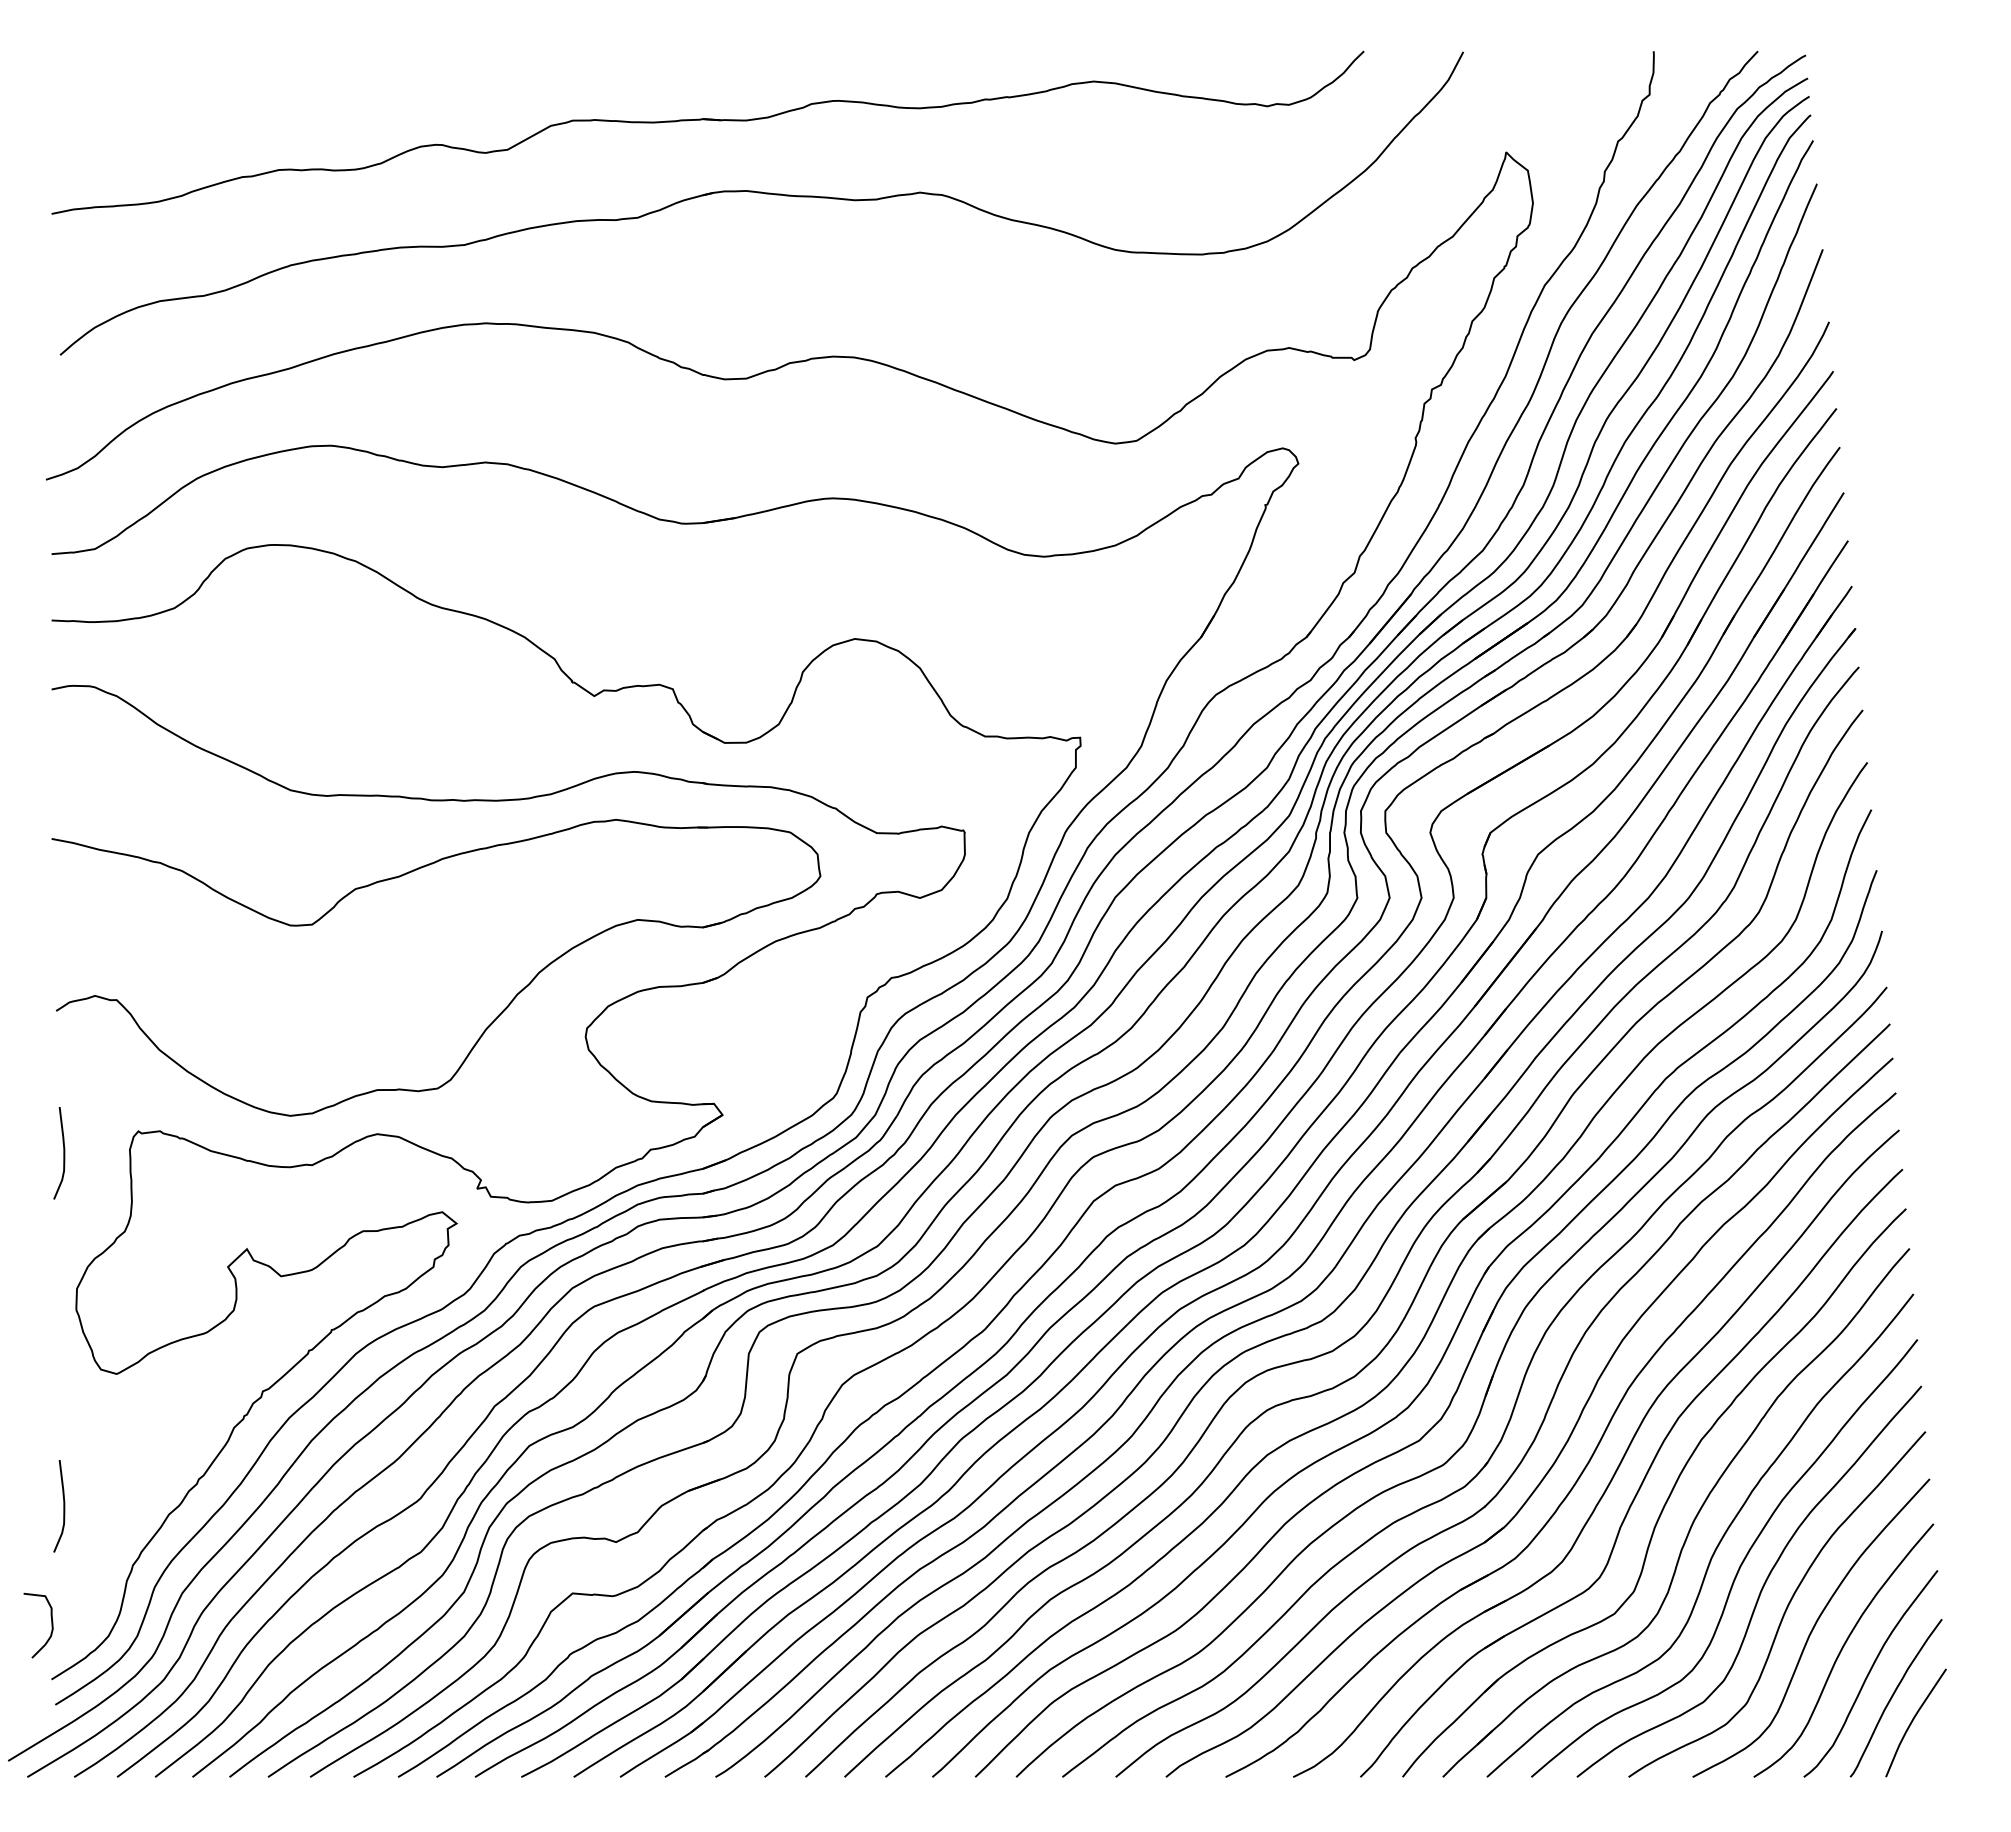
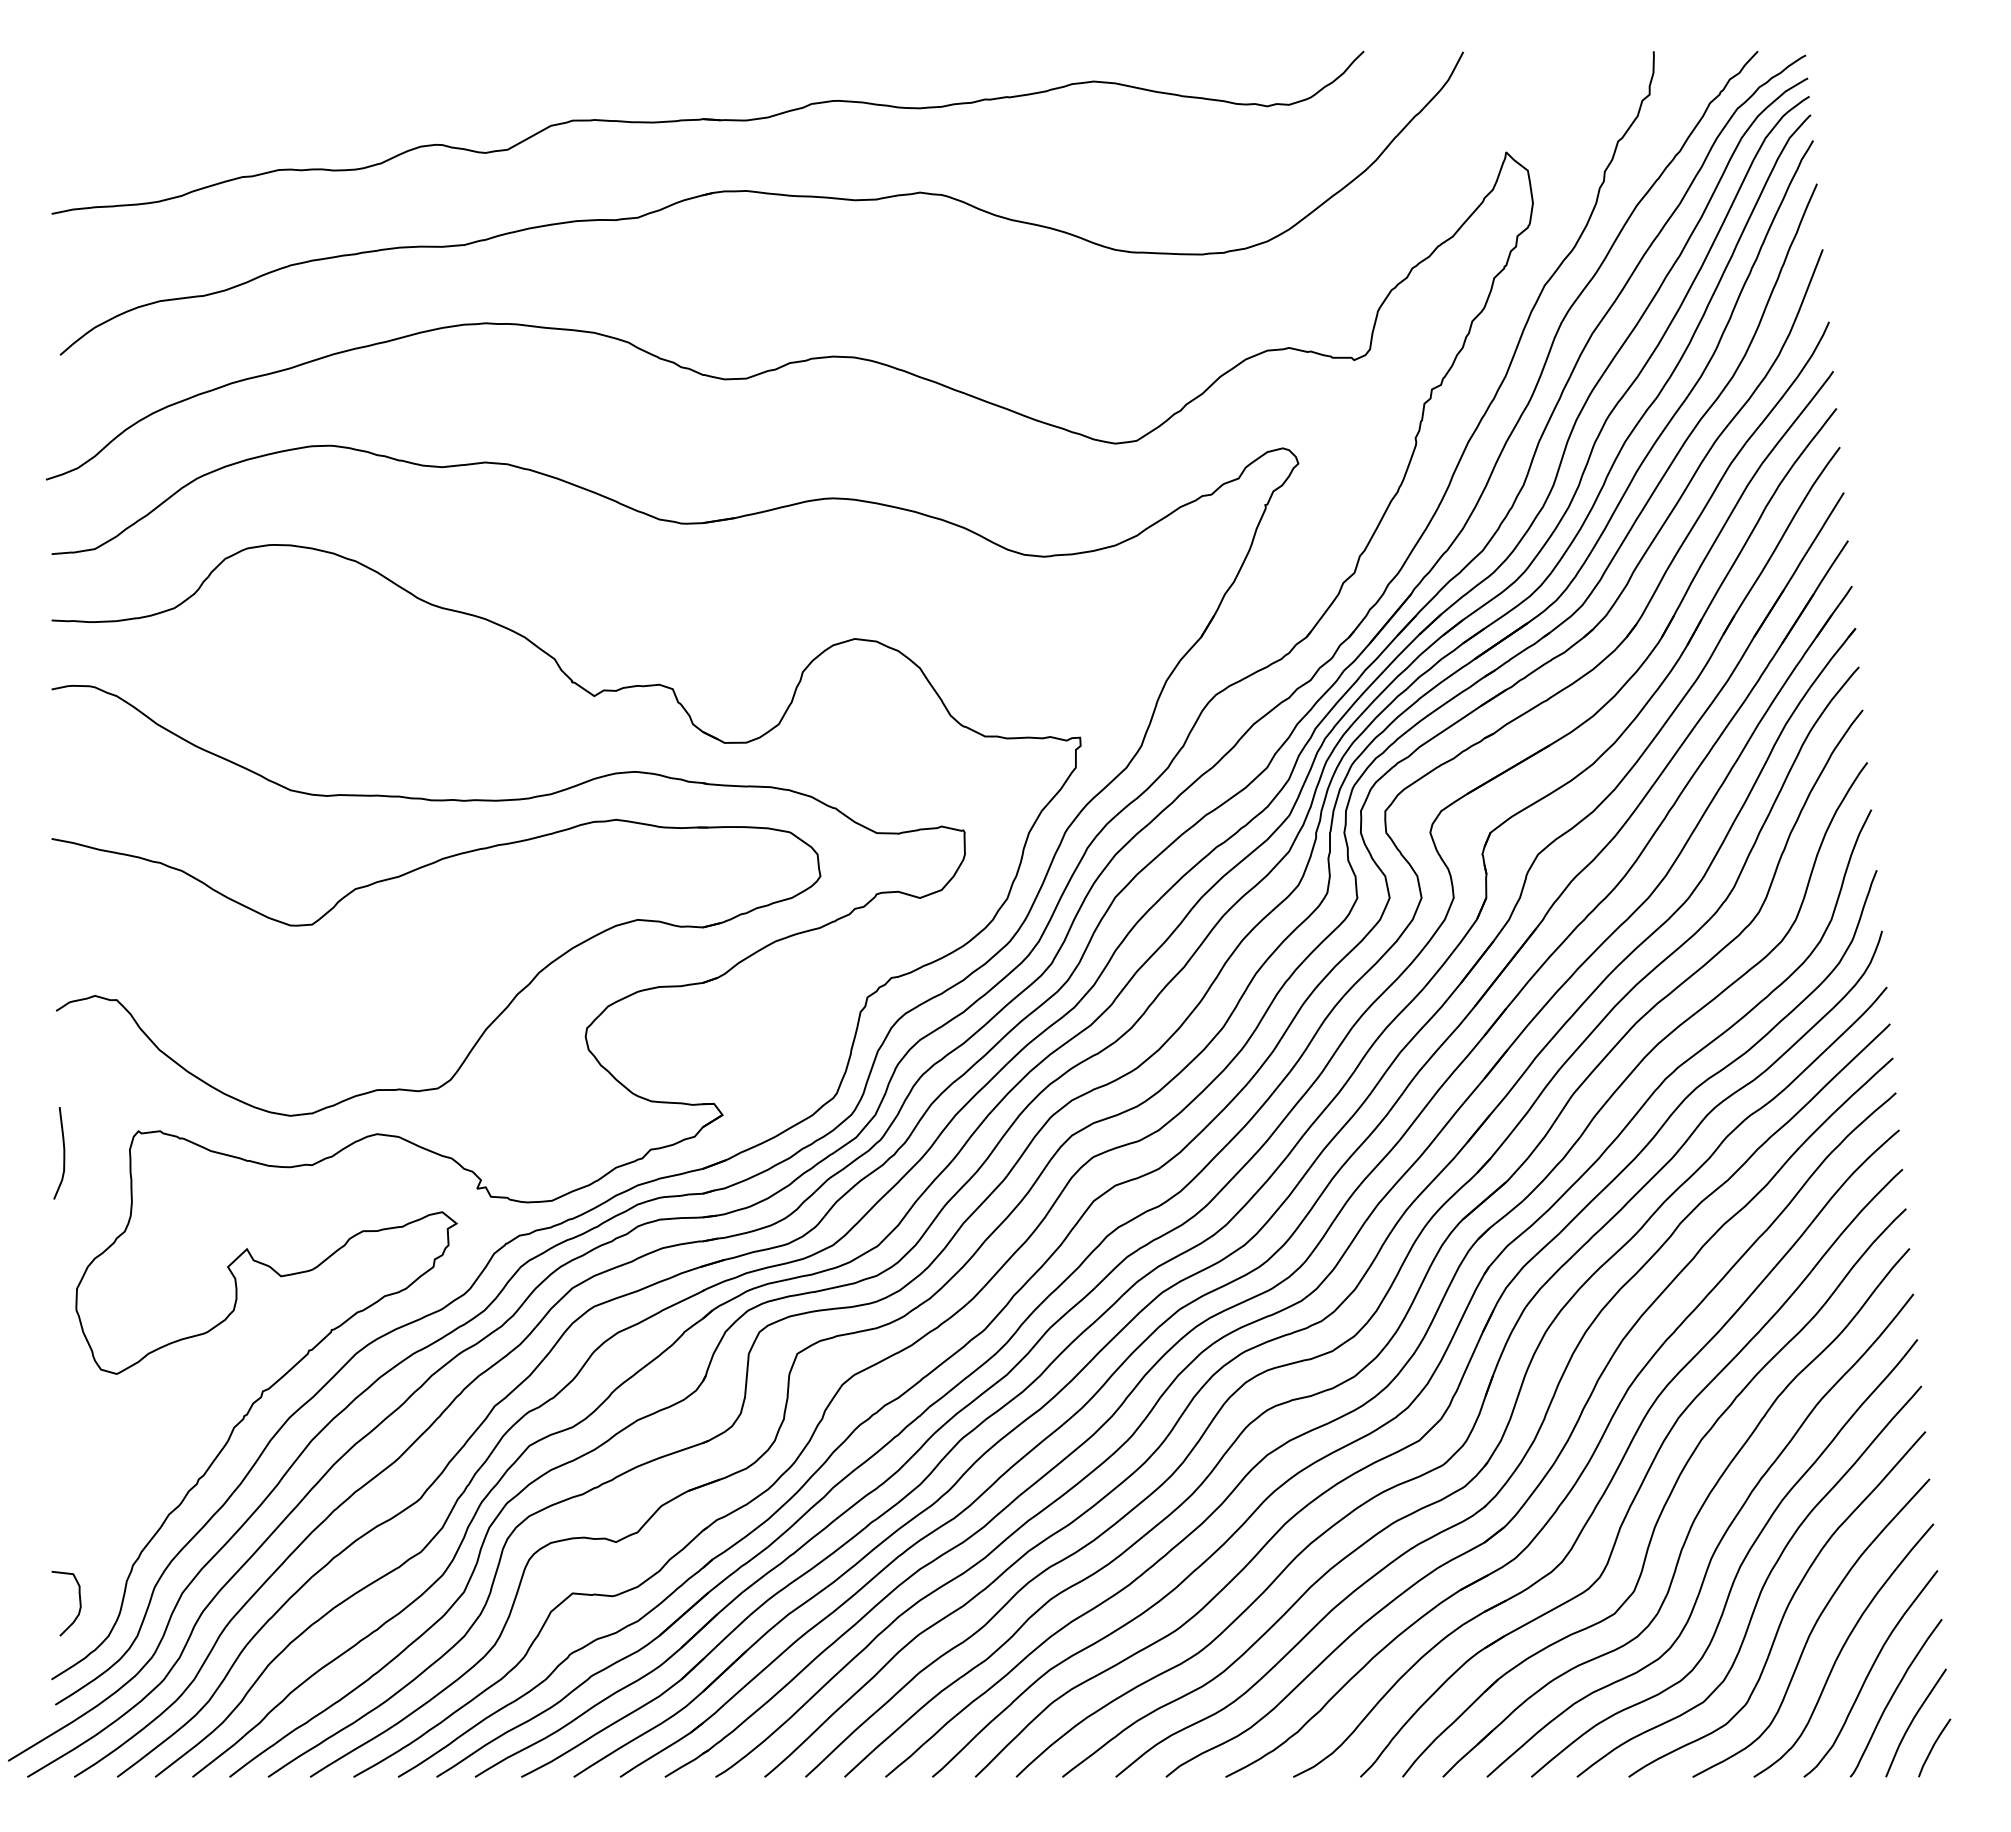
curve at (63, 1506): present -> none
curve at (51, 1625) position: (51, 1625) -> (79, 1603)
line at (1934, 1746): none -> present
